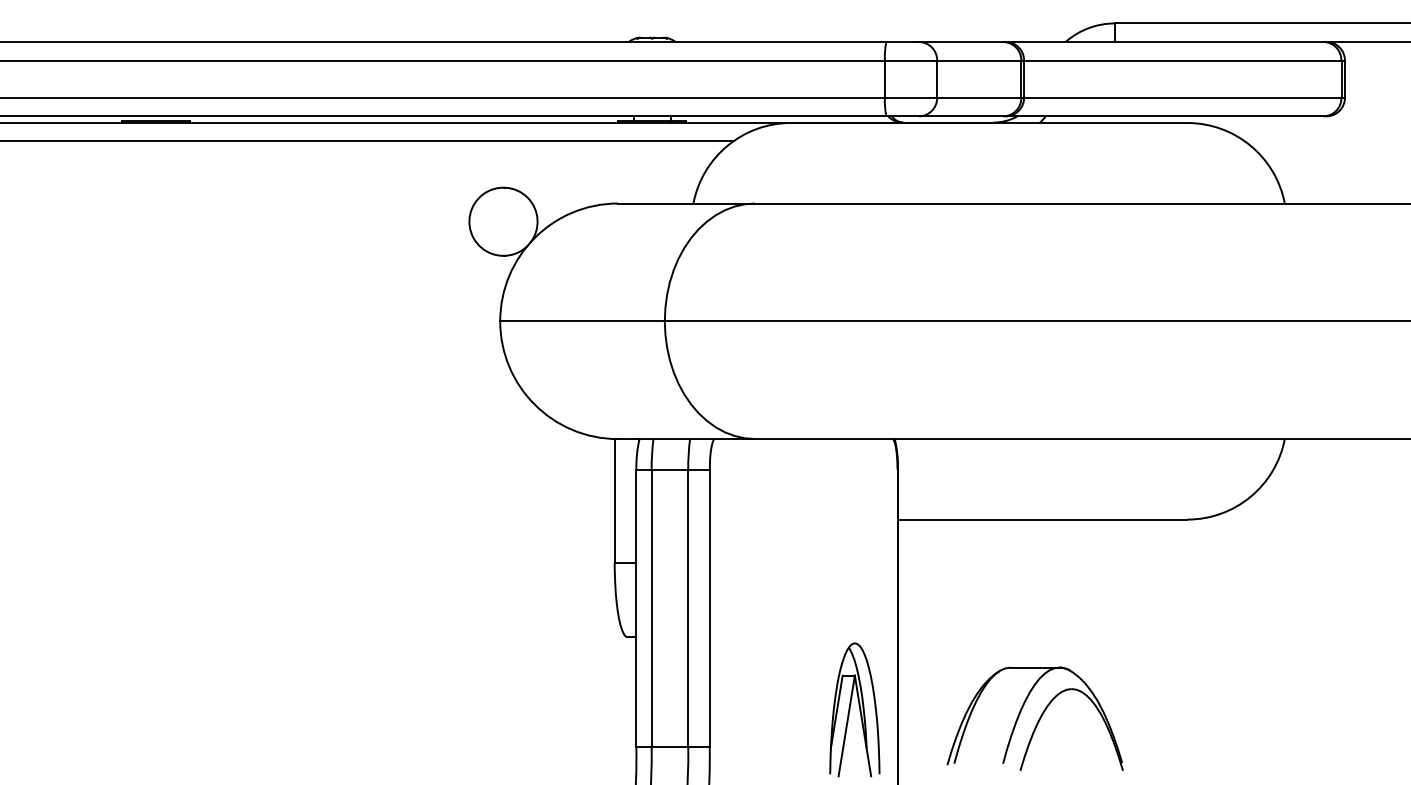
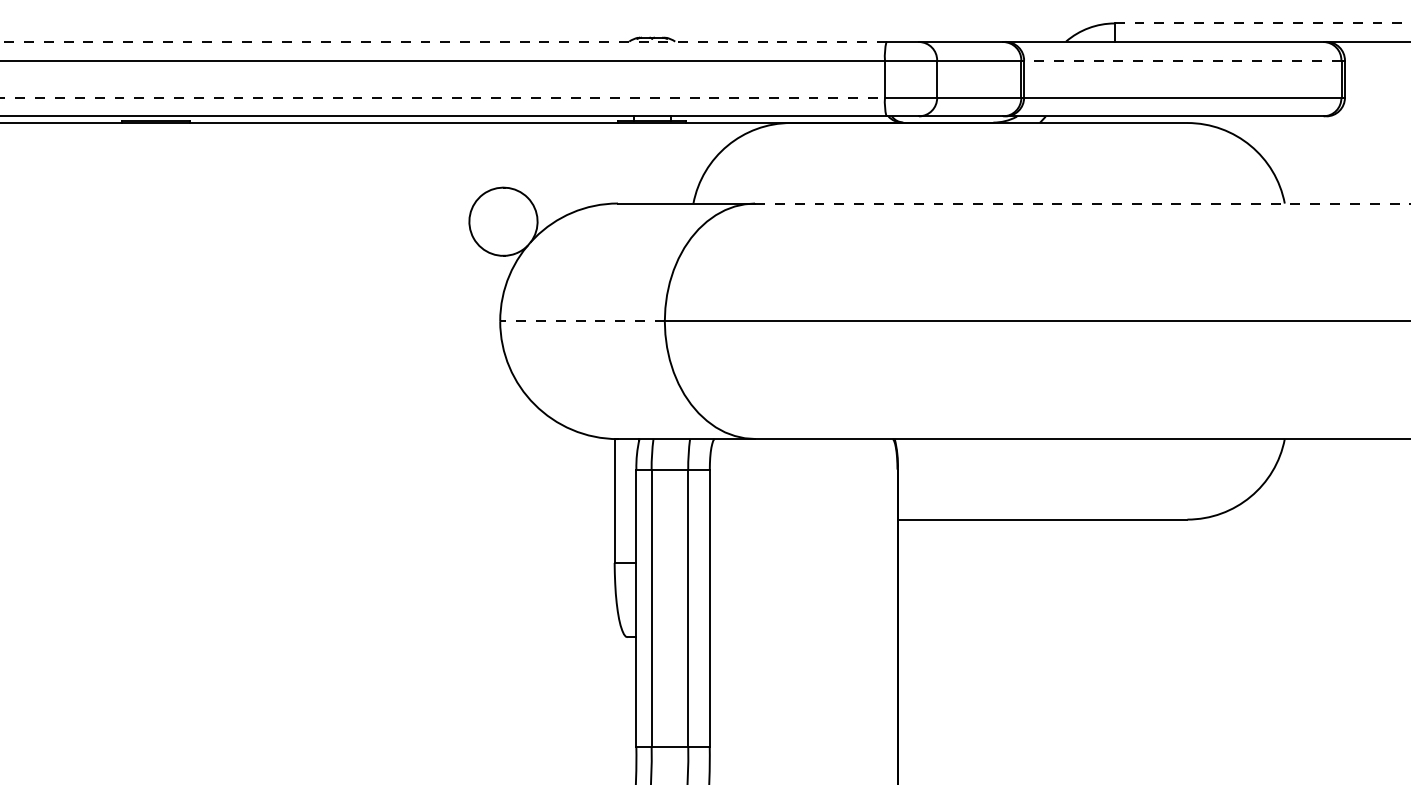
line at (1262, 23): solid -> dashed
line at (443, 42): solid -> dashed
line at (1182, 60): solid -> dashed
line at (443, 97): solid -> dashed
line at (367, 141): present -> none
line at (1082, 203): solid -> dashed
line at (582, 321): solid -> dashed
part at (854, 709): present -> none
part at (1034, 718): present -> none
